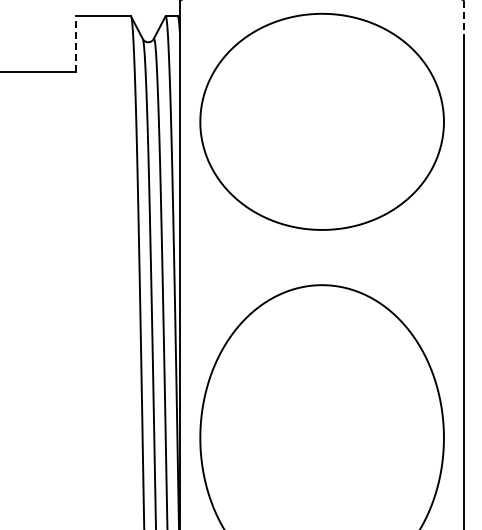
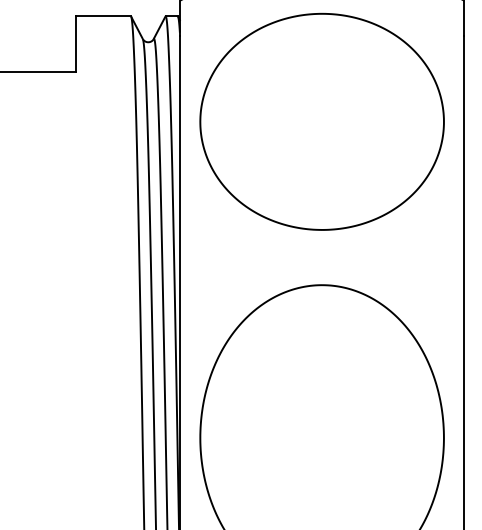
line at (464, 18): dashed -> solid
line at (75, 44): dashed -> solid
